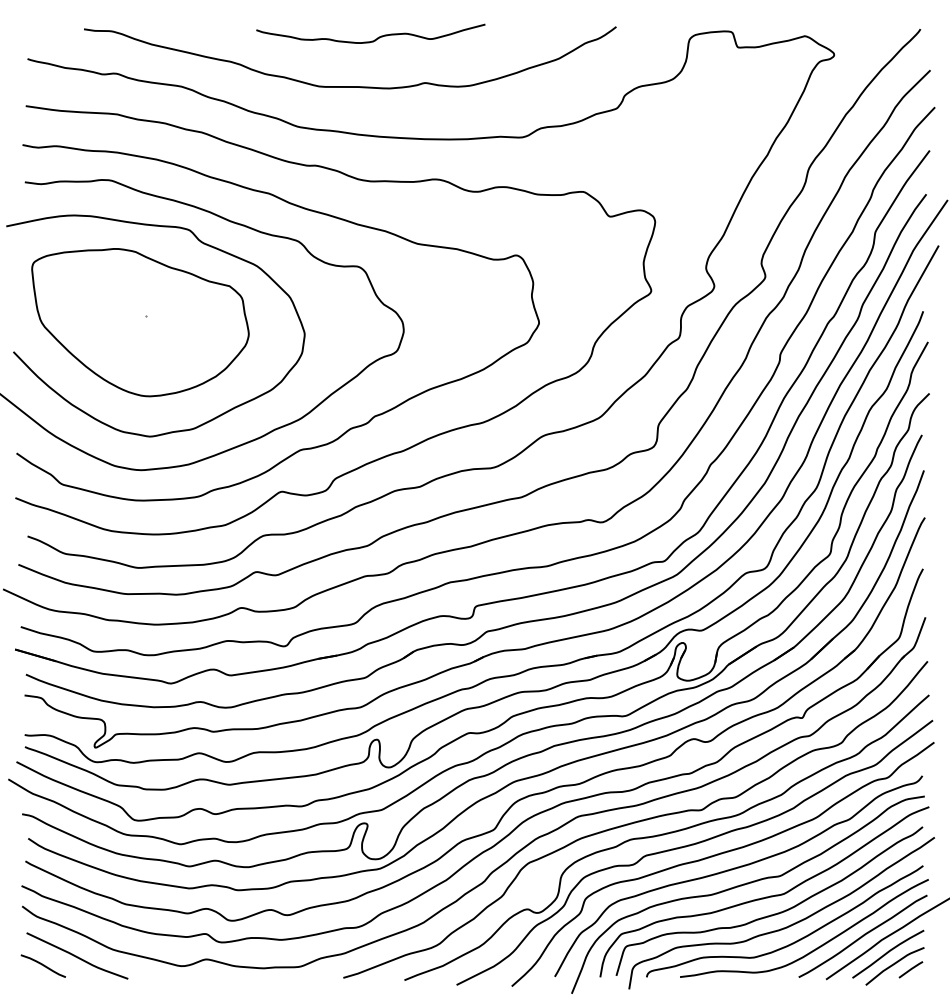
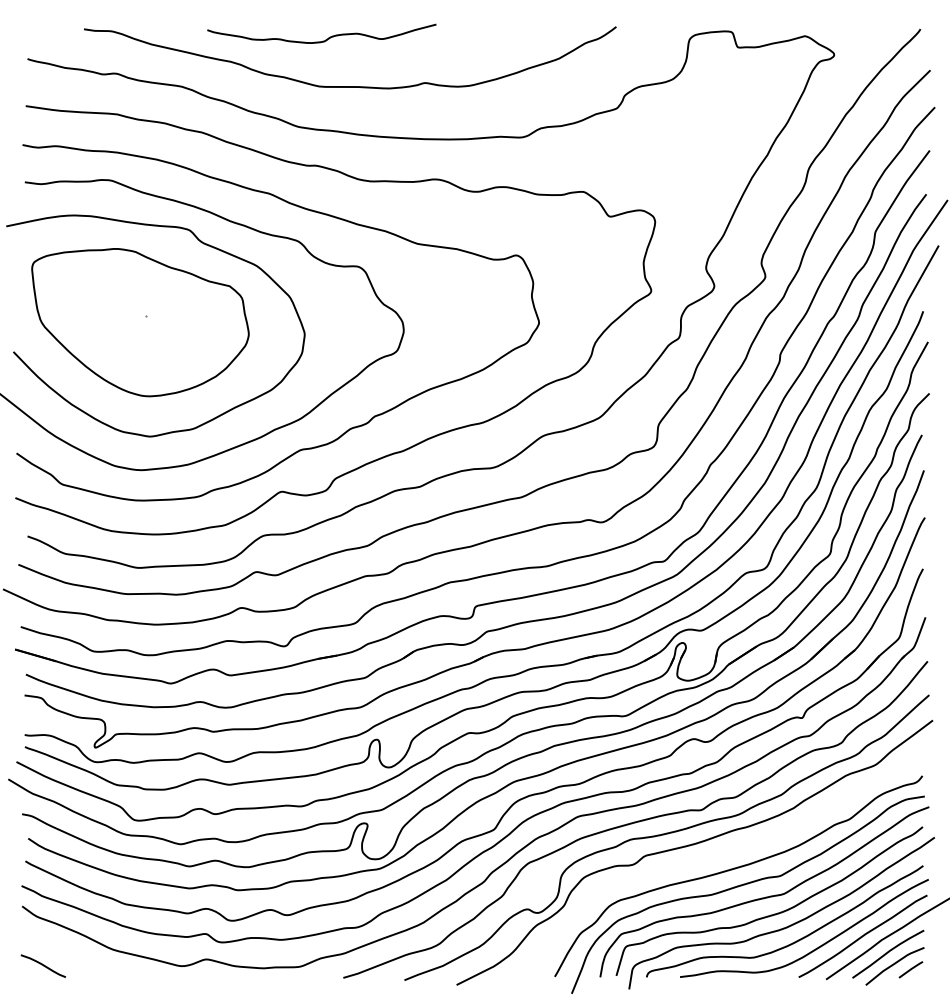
curve at (371, 40) position: (371, 40) -> (322, 40)
curve at (718, 855): present -> none
curve at (76, 955): present -> none
